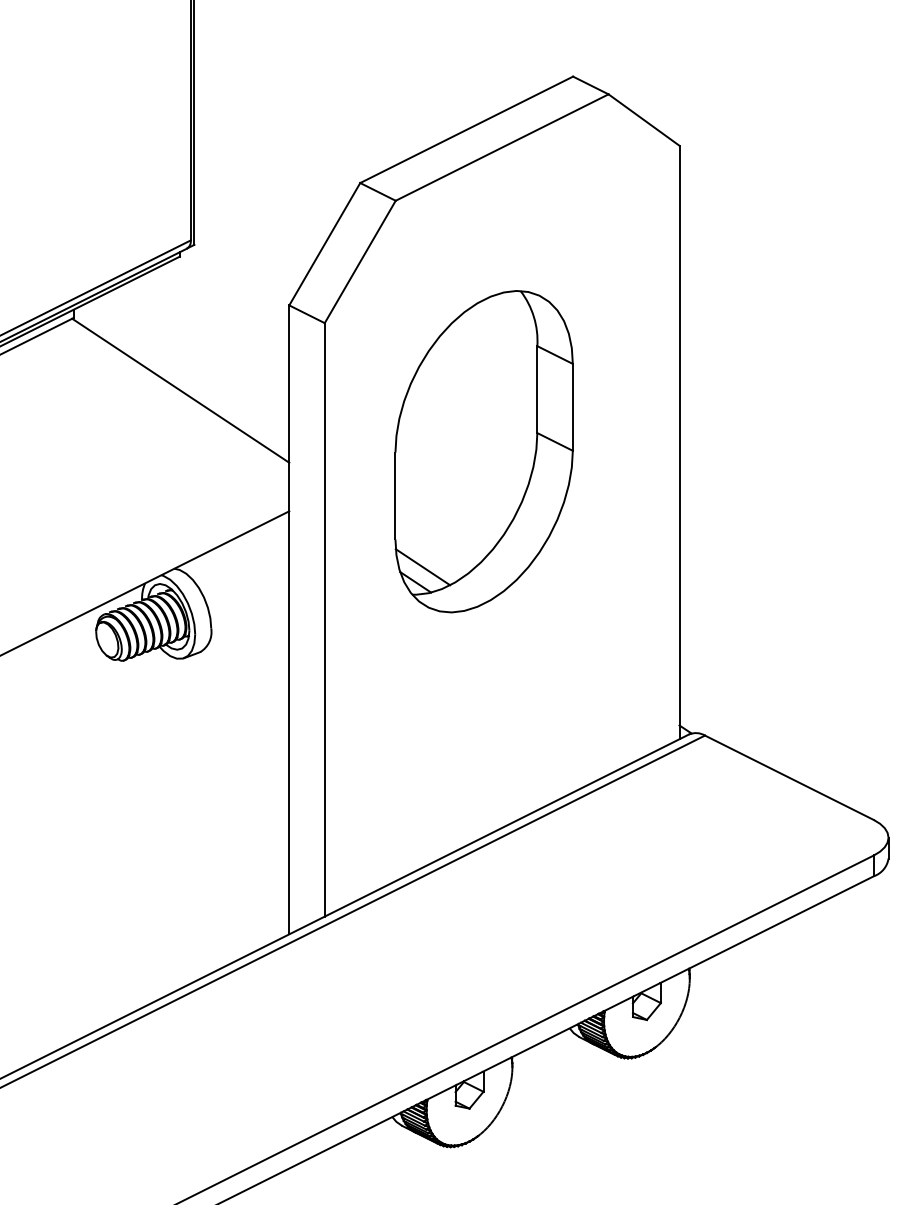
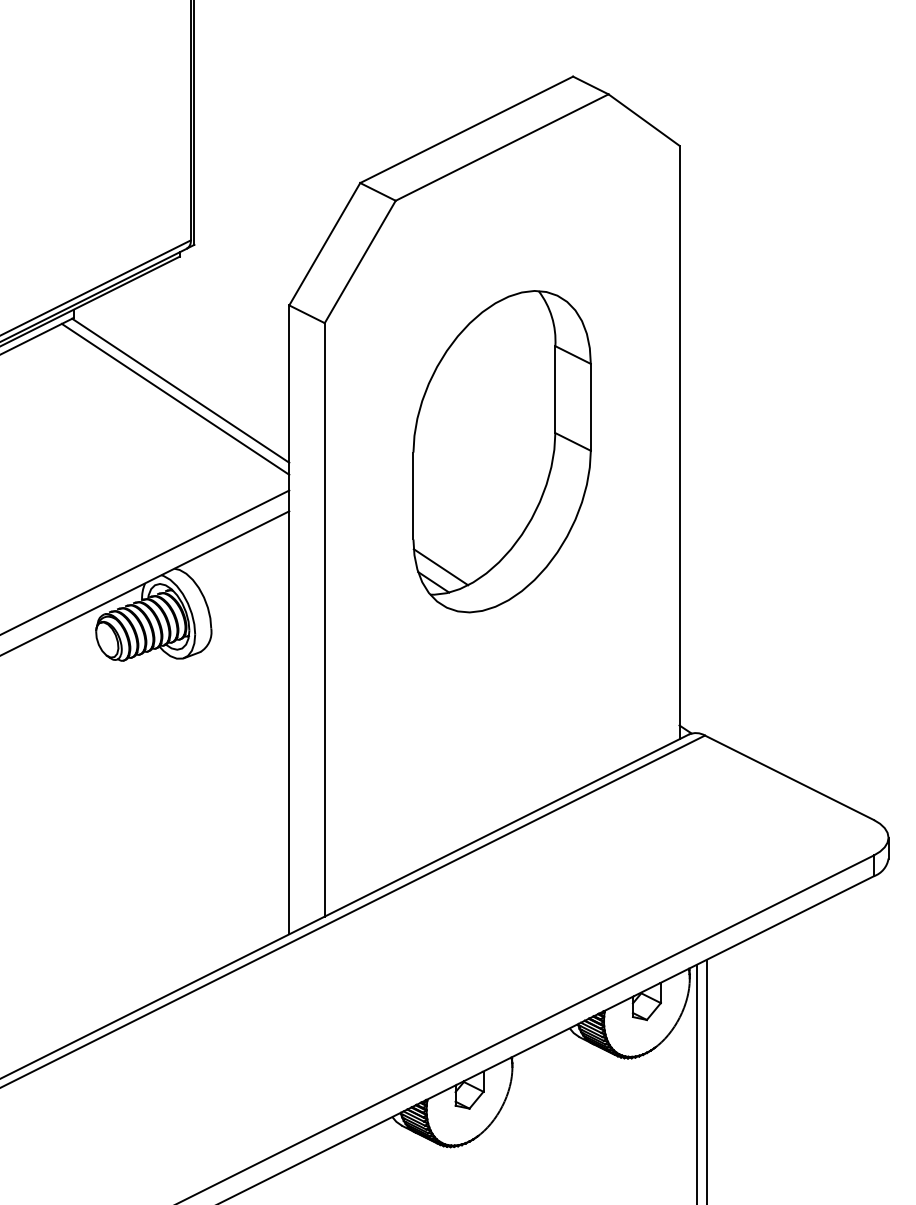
line at (175, 398): none -> present
part at (483, 451) position: (483, 451) -> (501, 451)
line at (145, 561): none -> present
line at (707, 1080): none -> present
line at (696, 1082): none -> present
